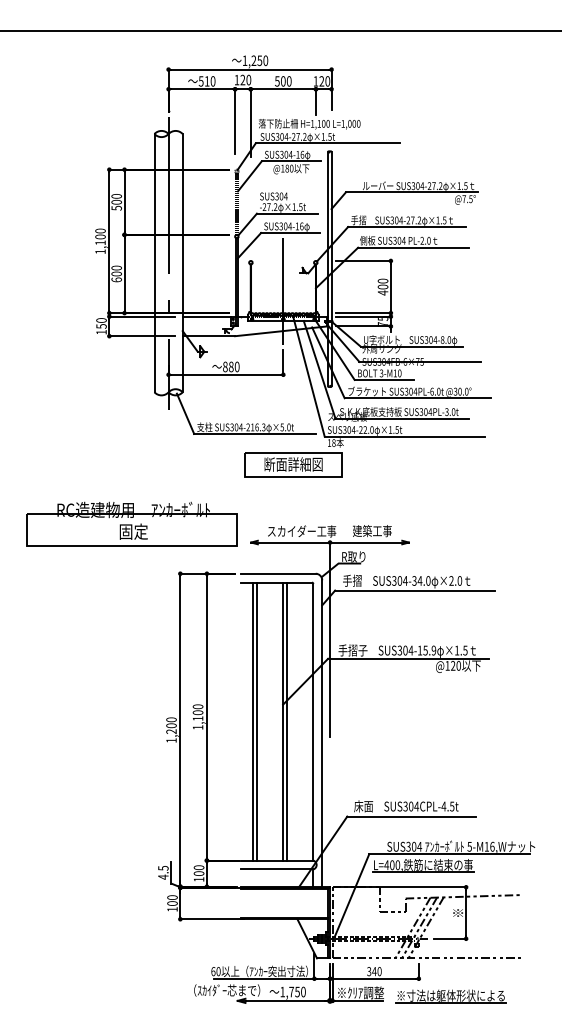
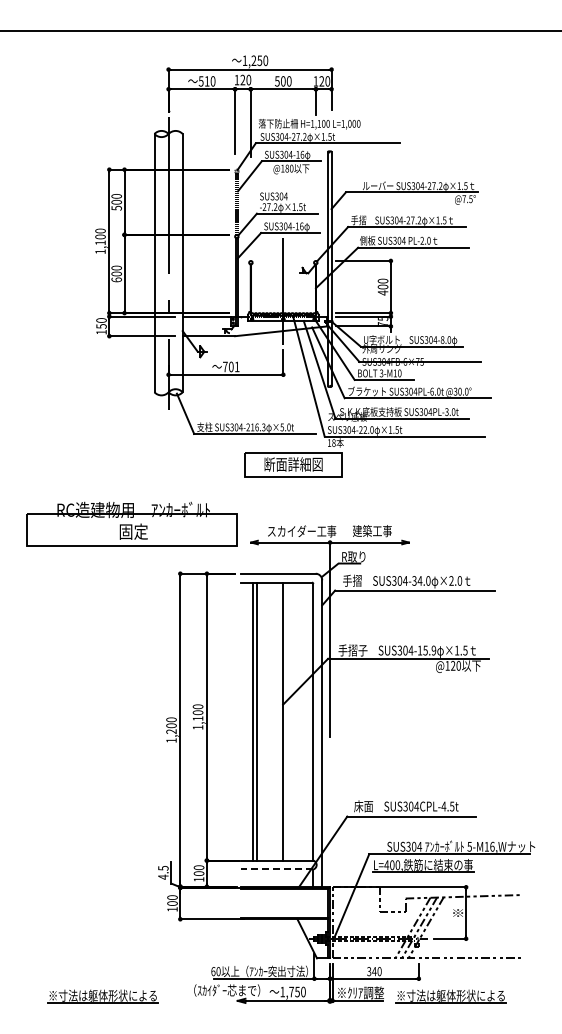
text at (231, 366): 880 -> 701
line at (287, 721): present -> none
line at (276, 869): solid -> dashed
part at (102, 996): none -> present
